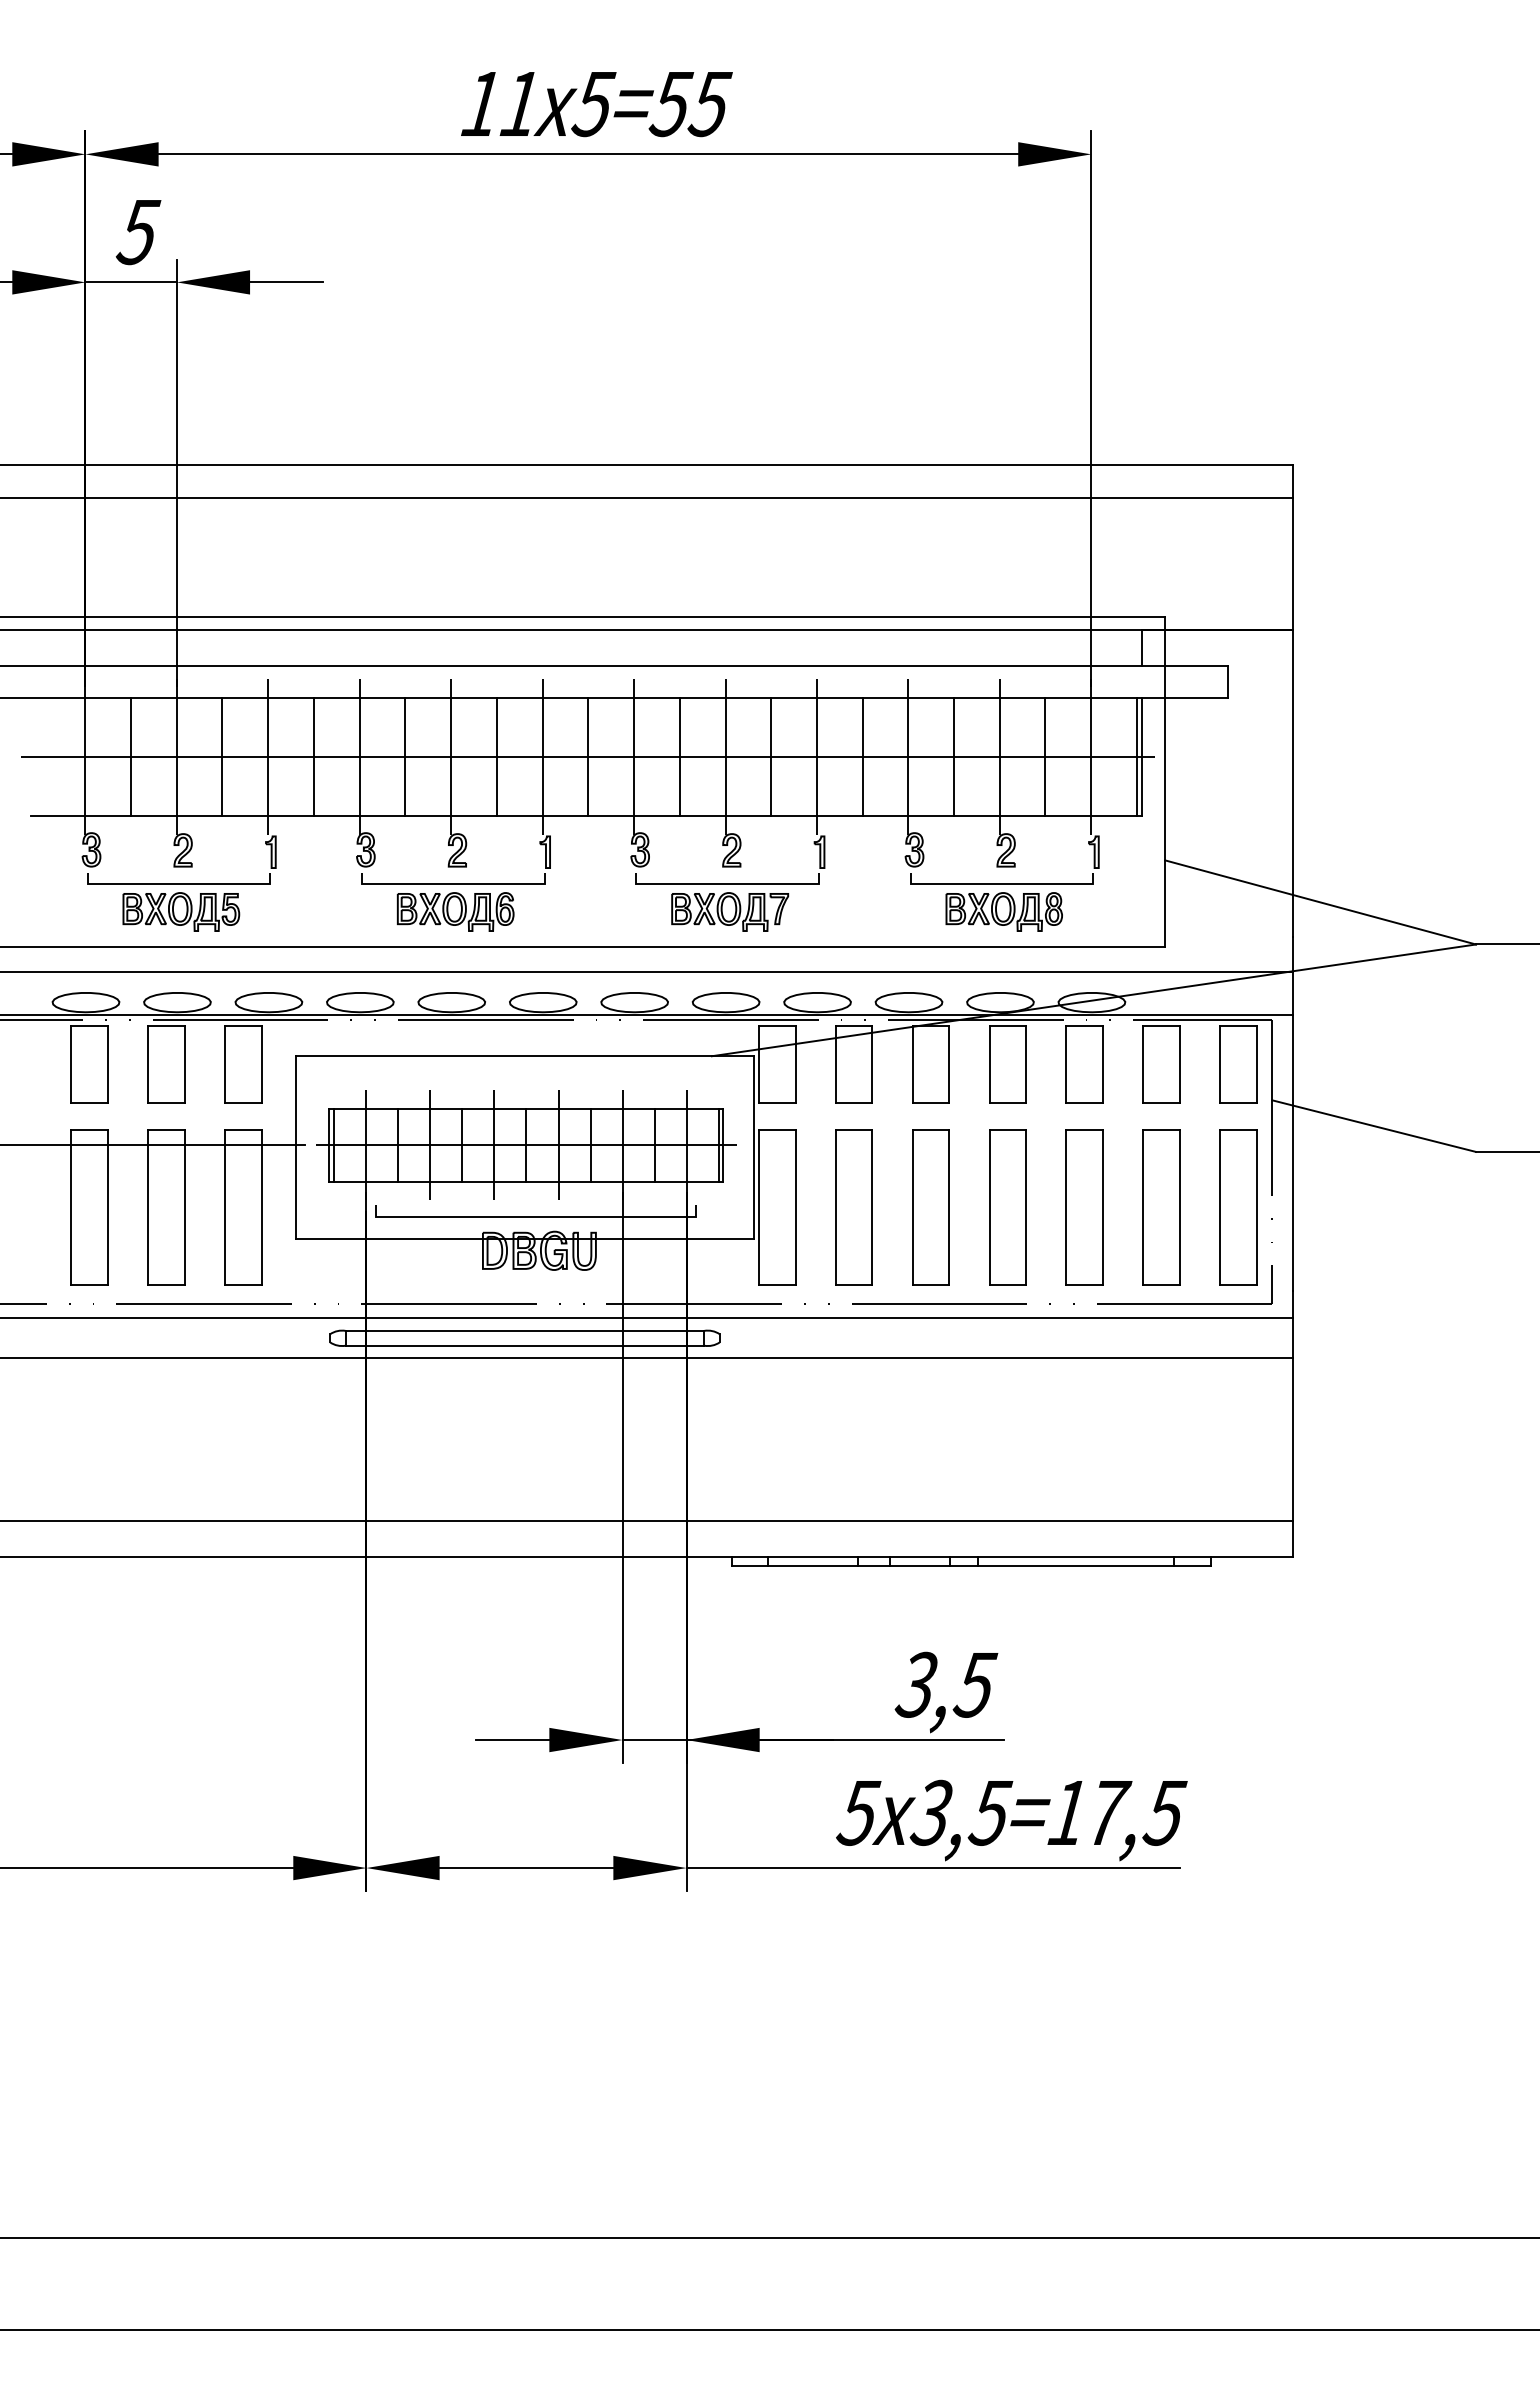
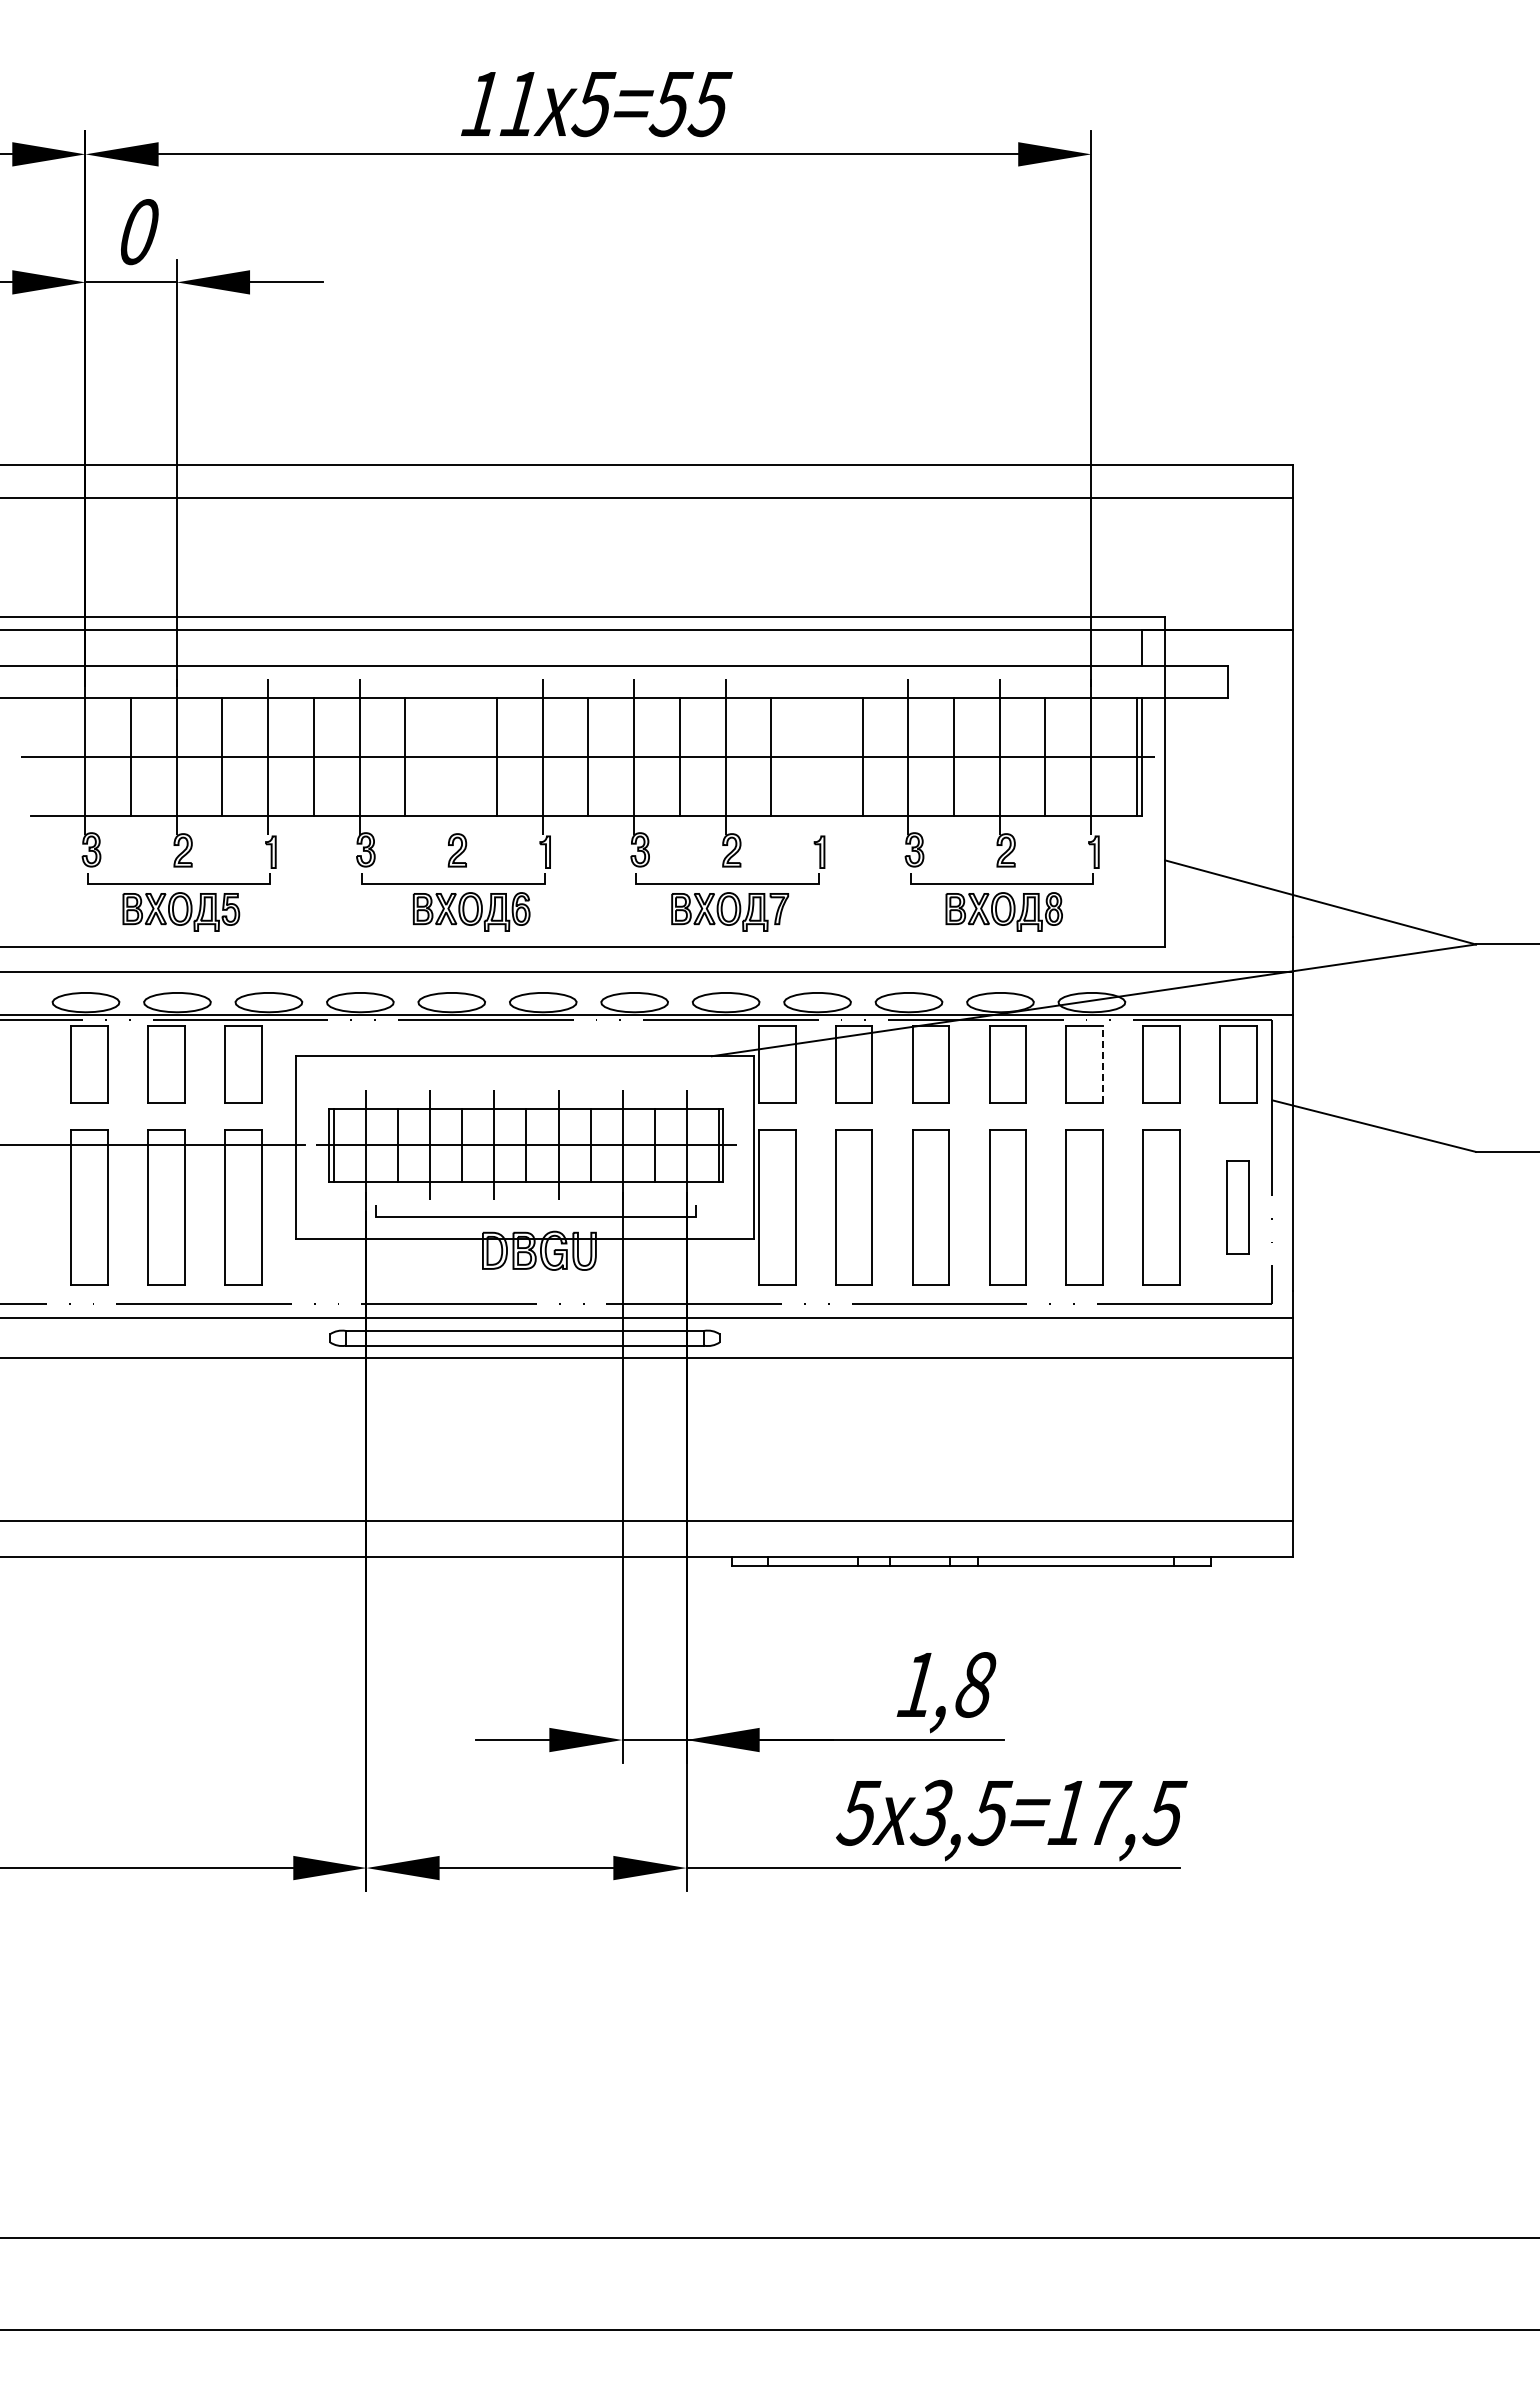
text at (138, 232): 5 -> 0
line at (451, 756): present -> none
line at (817, 756): present -> none
part at (455, 911) position: (455, 911) -> (471, 911)
line at (1102, 1063): solid -> dashed
part at (1238, 1207) size: 39x157 px -> 24x95 px
text at (946, 1684): 3,5 -> 1,8
